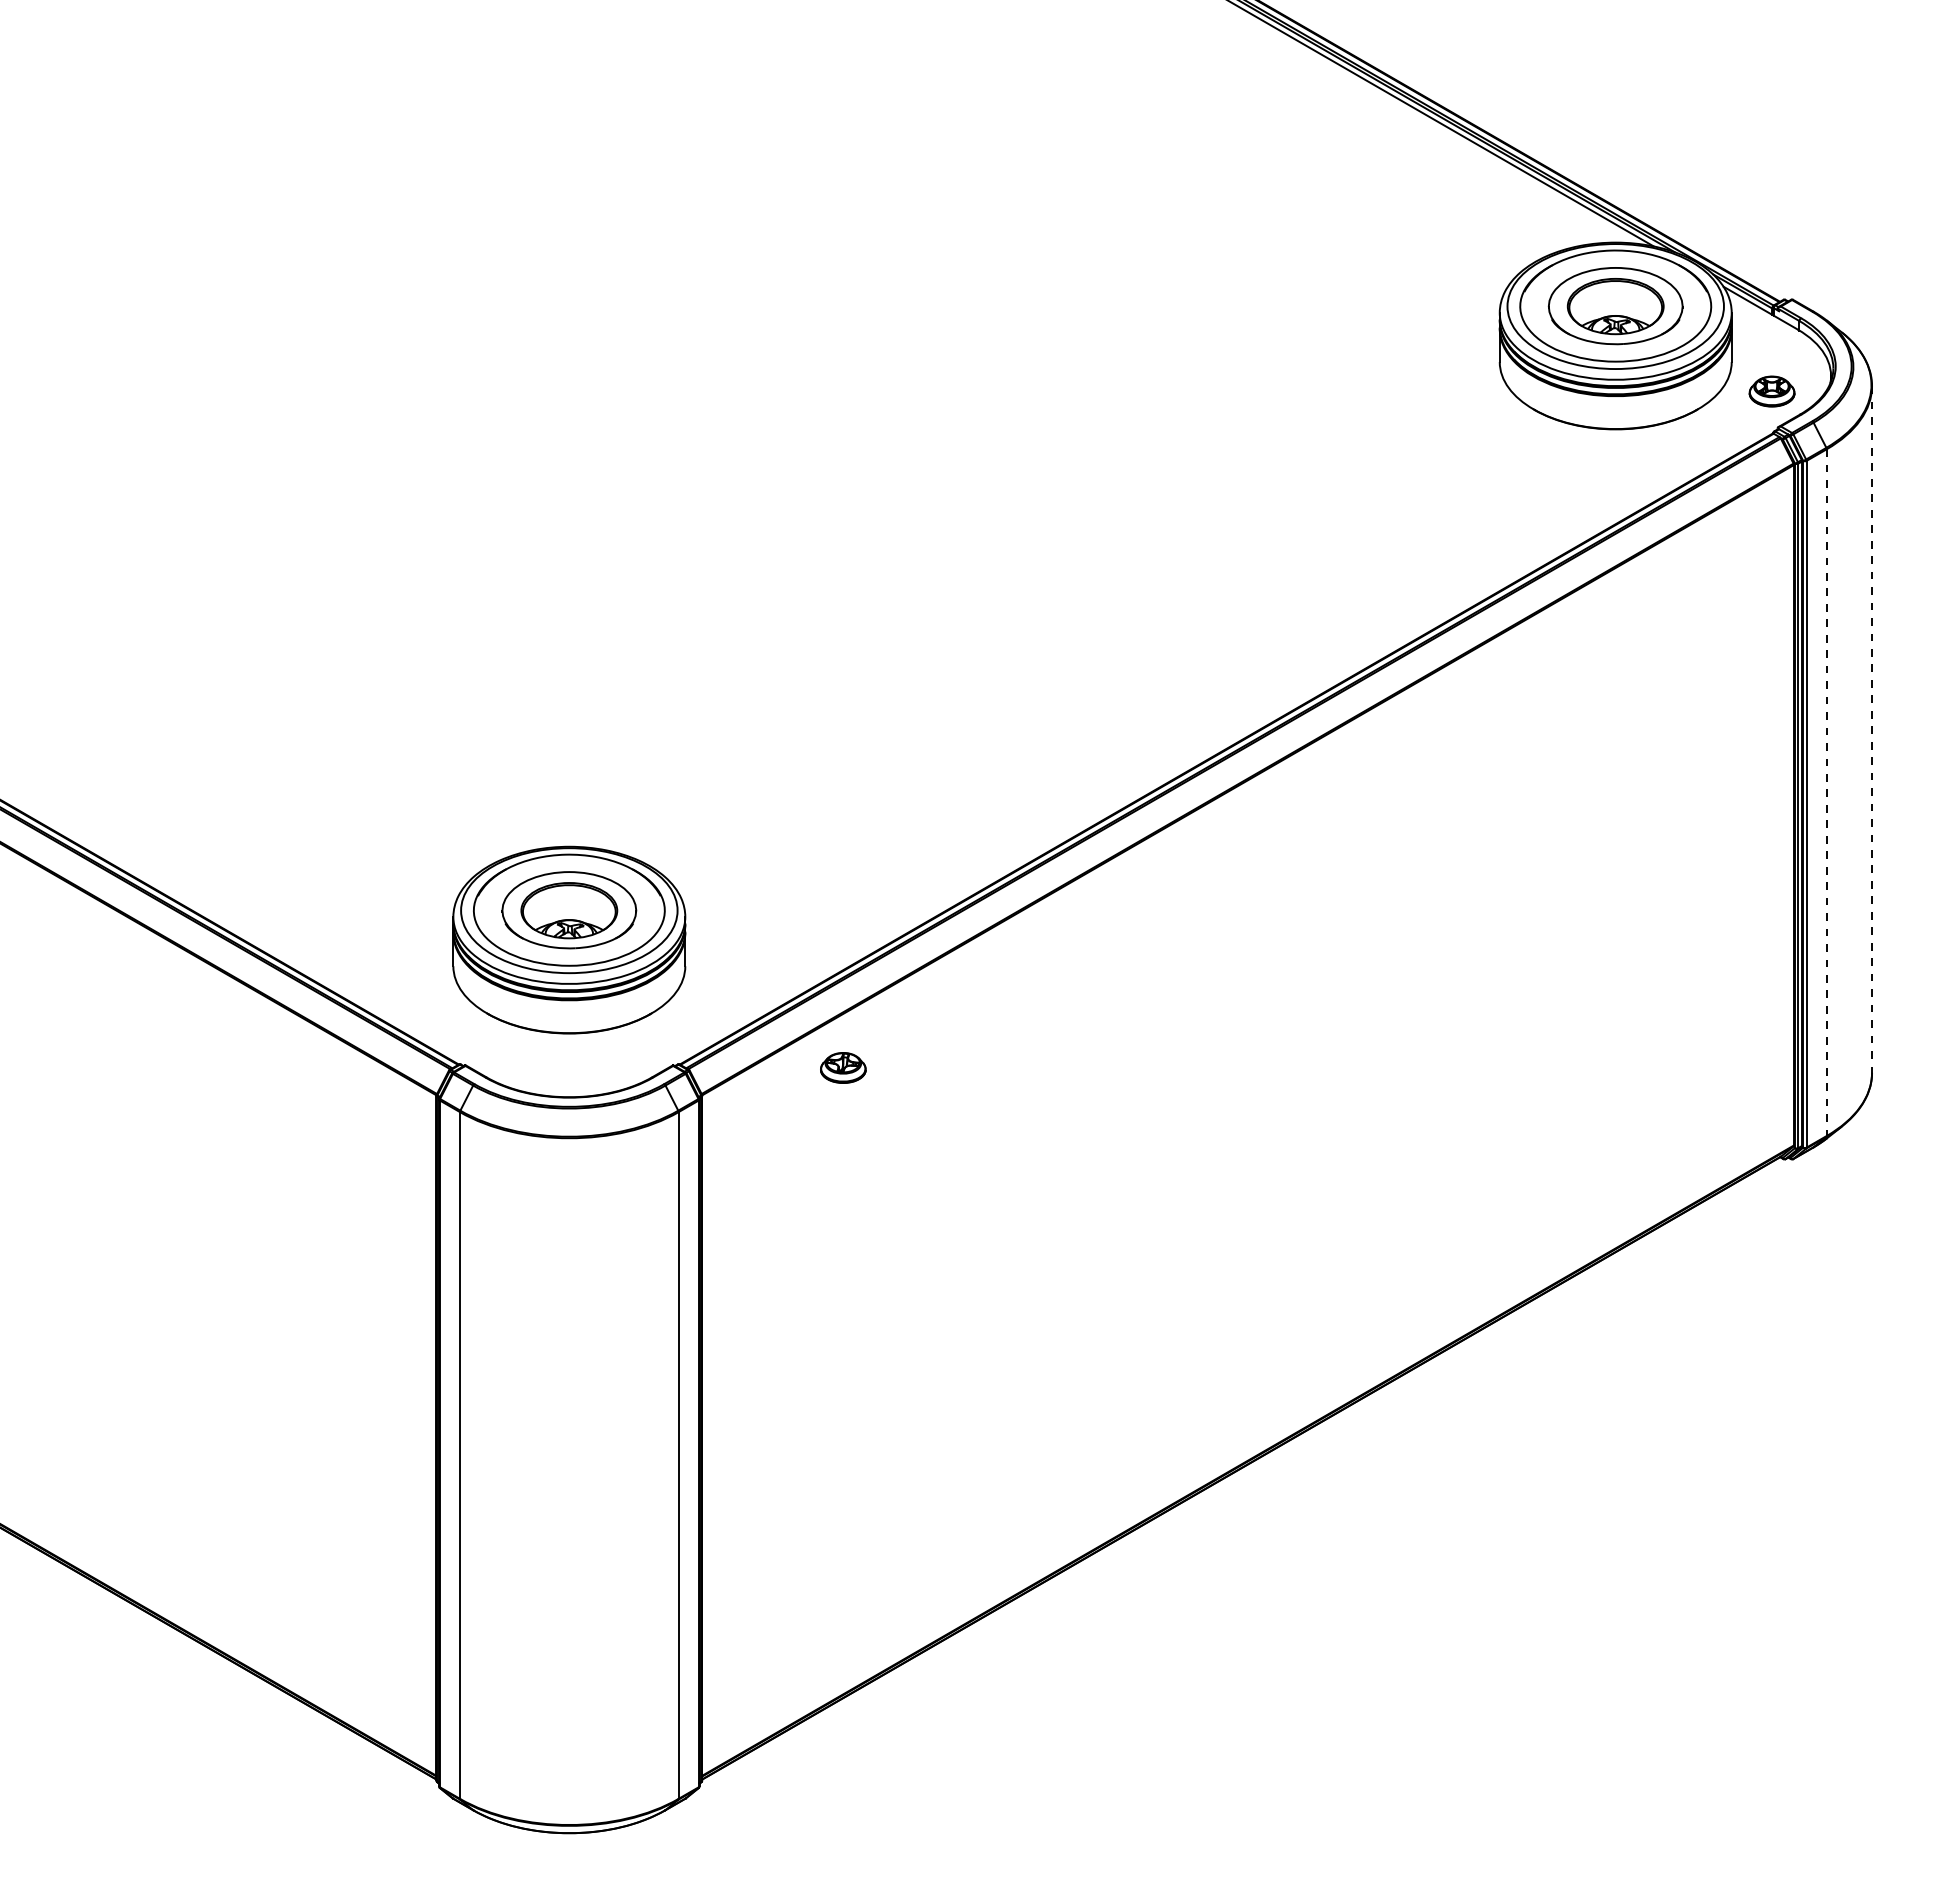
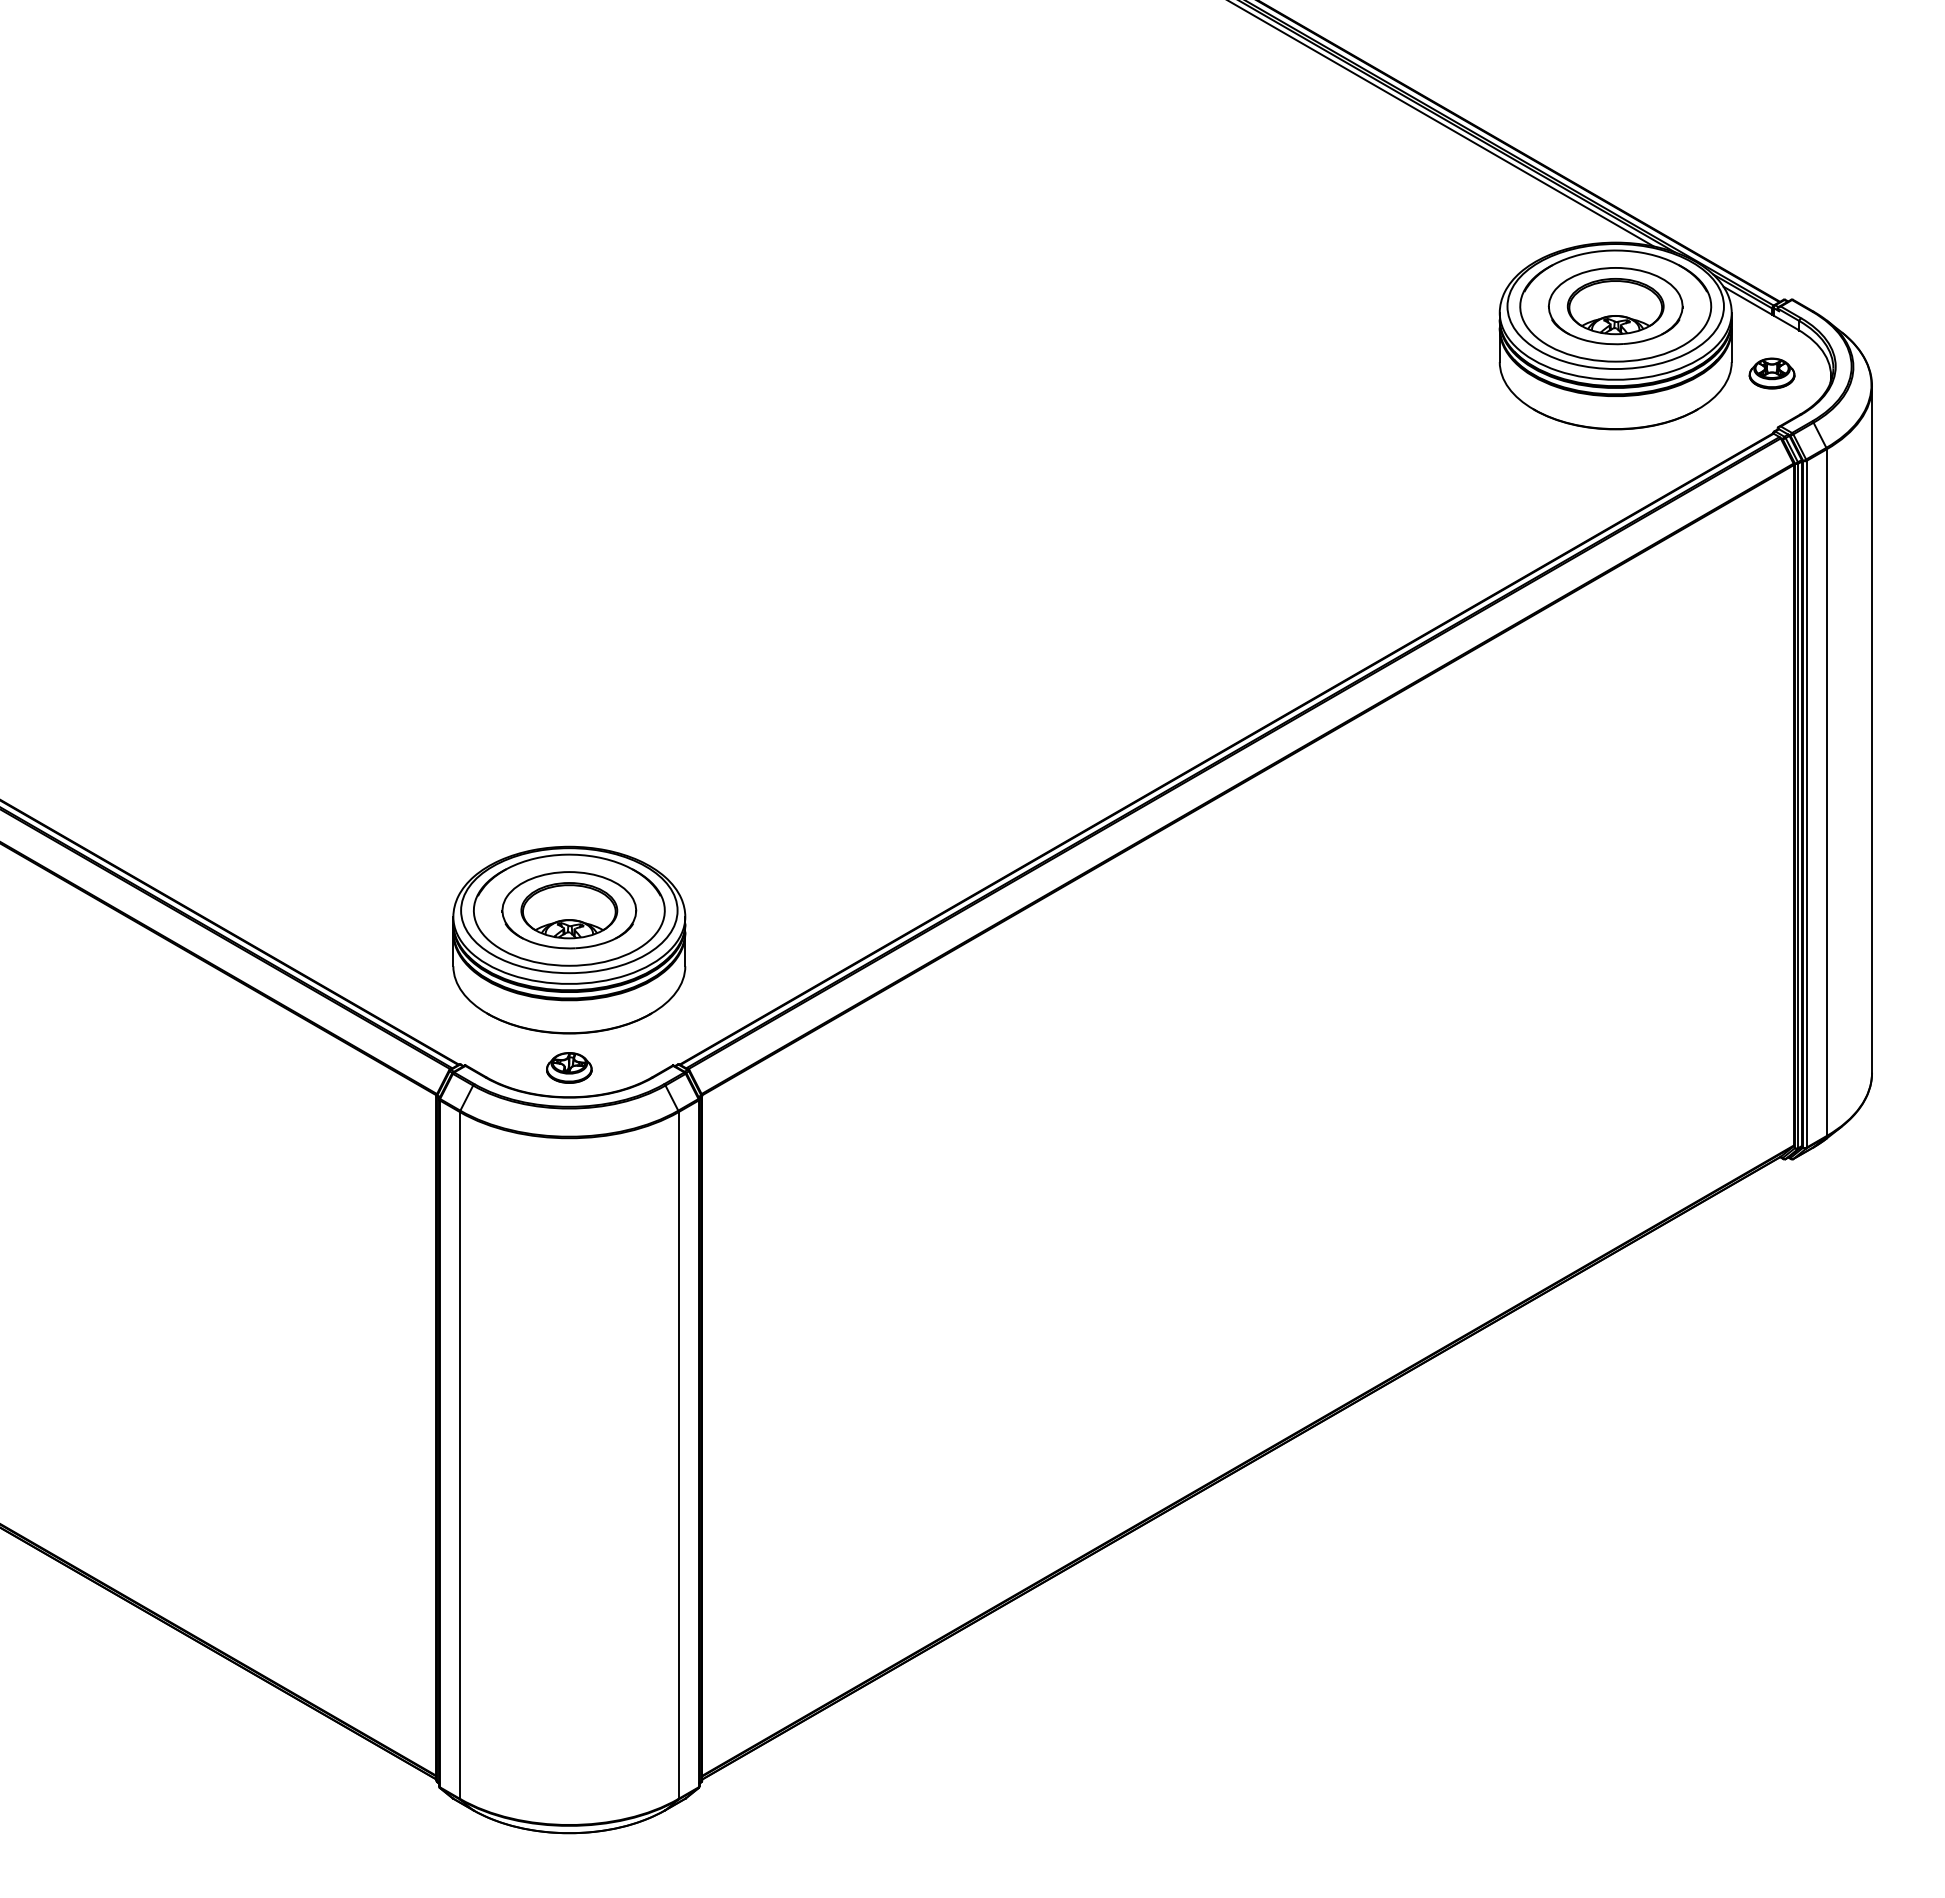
part at (1771, 391) position: (1771, 391) -> (1771, 373)
line at (1872, 730): dashed -> solid
line at (1826, 793): dashed -> solid
part at (843, 1067) position: (843, 1067) -> (569, 1067)
